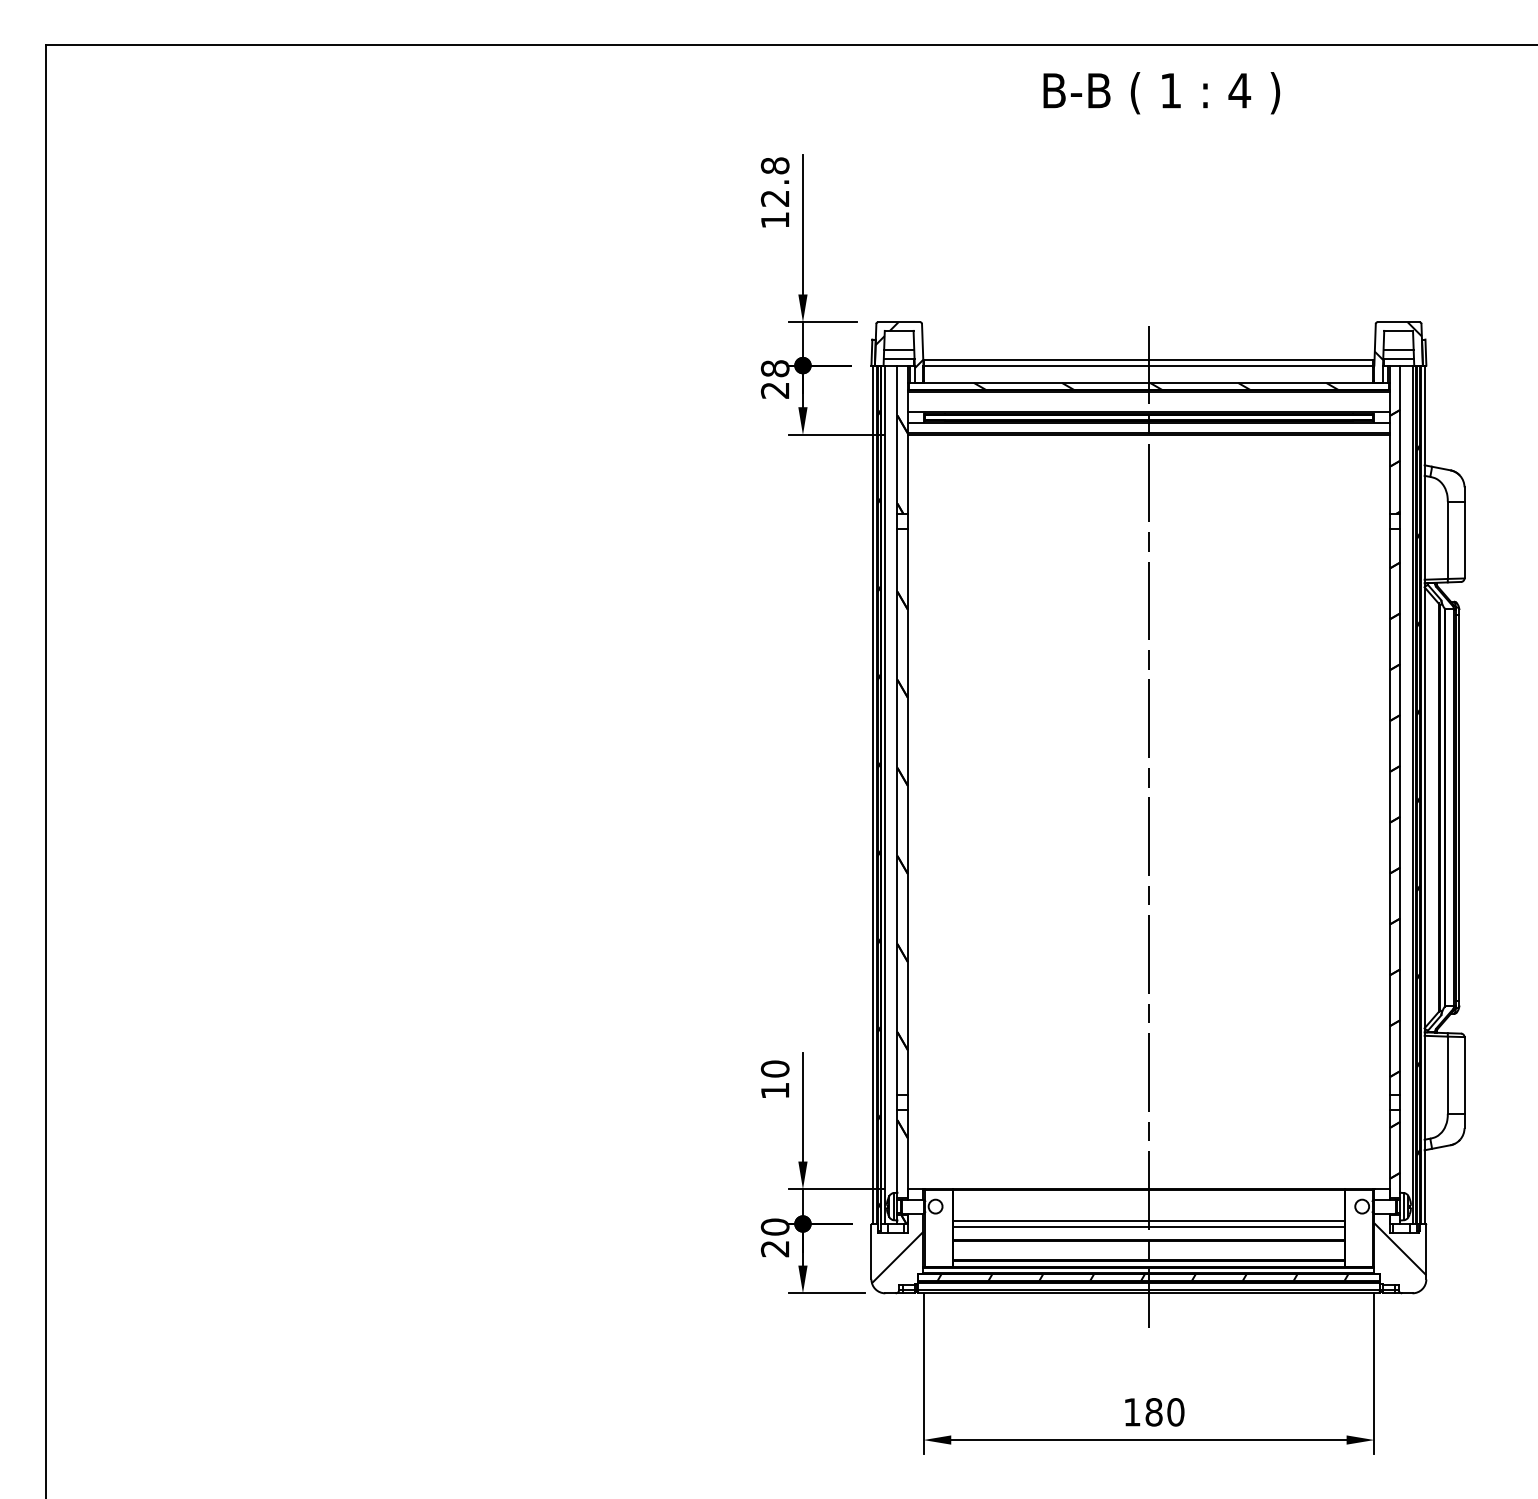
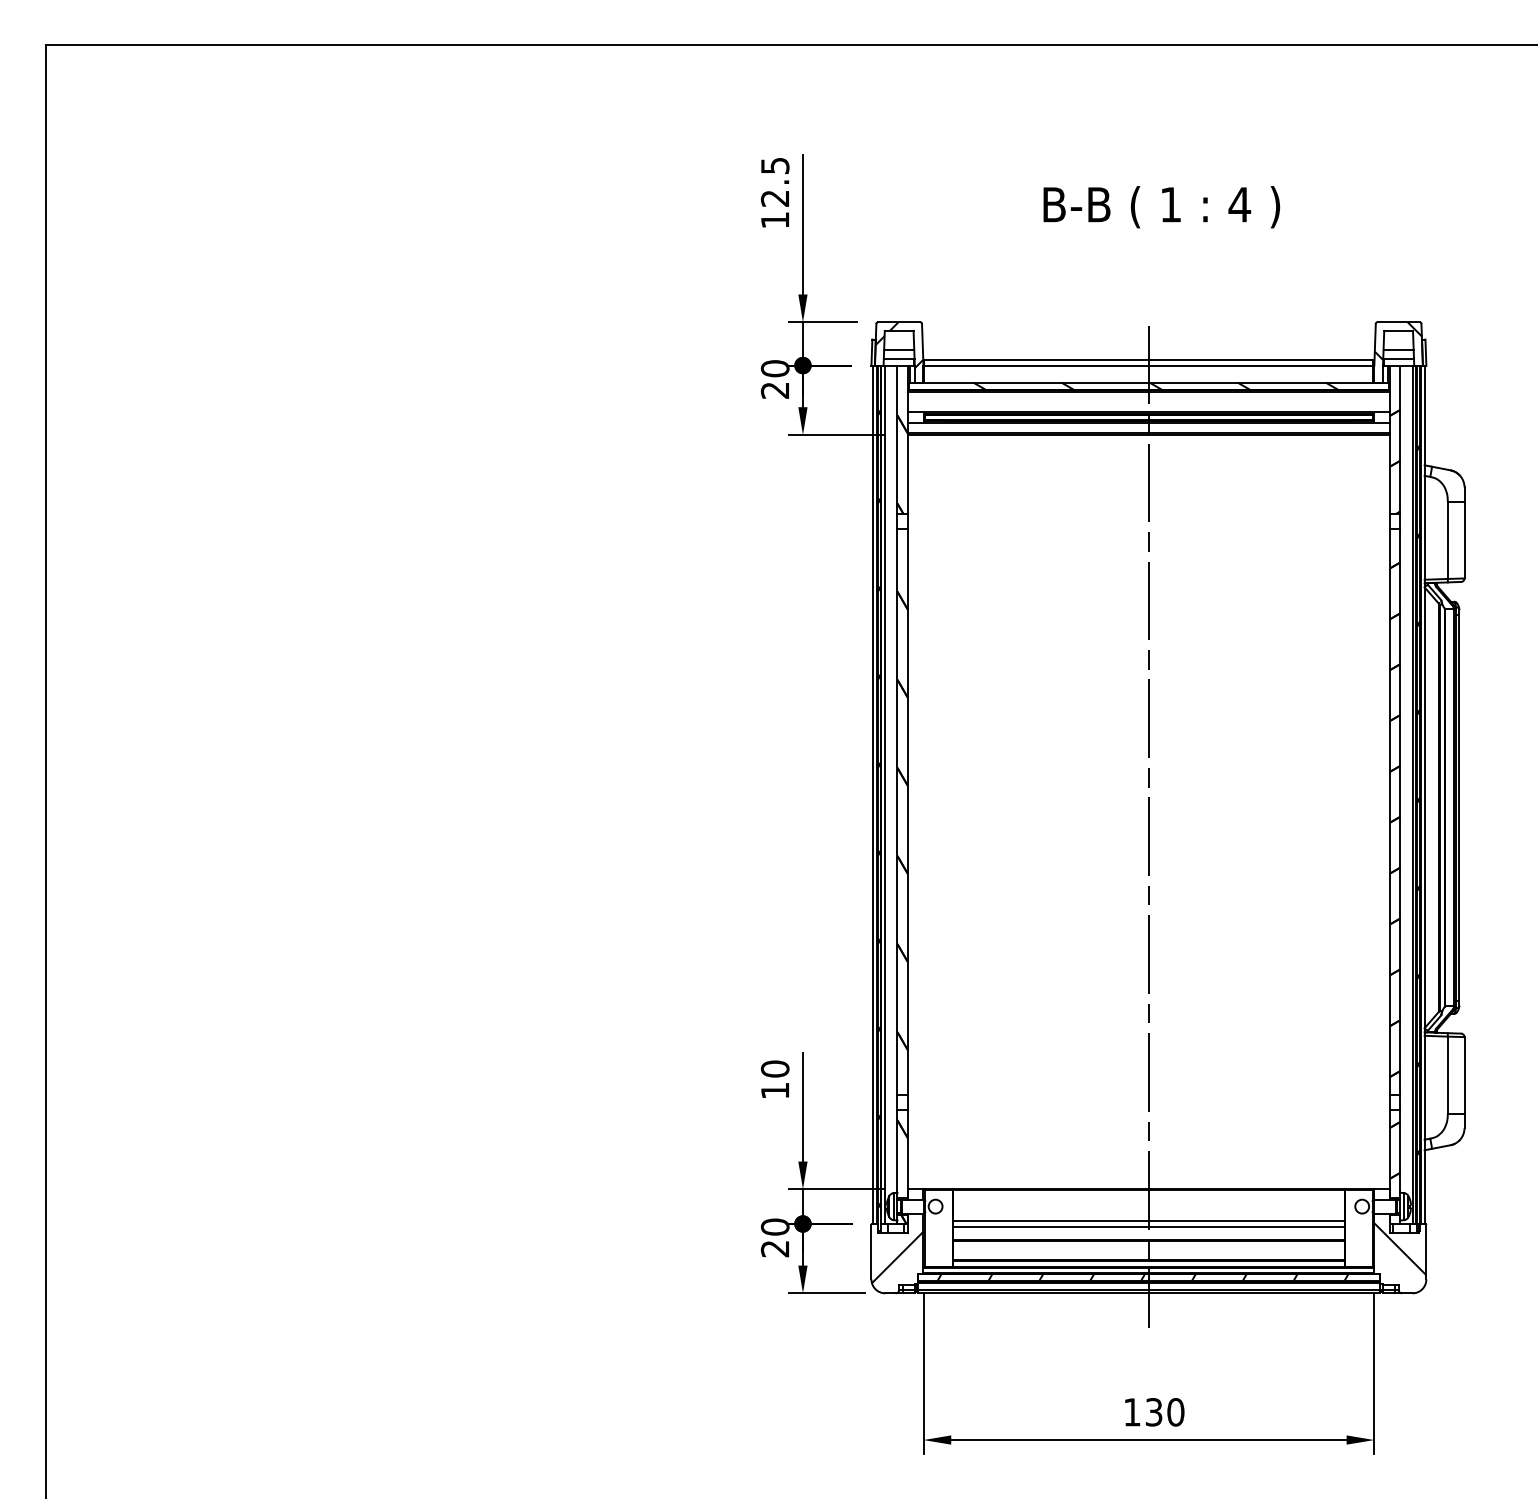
text at (1161, 93) position: (1161, 93) -> (1161, 207)
text at (774, 165): 12.8 -> 12.5
text at (775, 368): 28 -> 20
text at (1153, 1412): 180 -> 130
